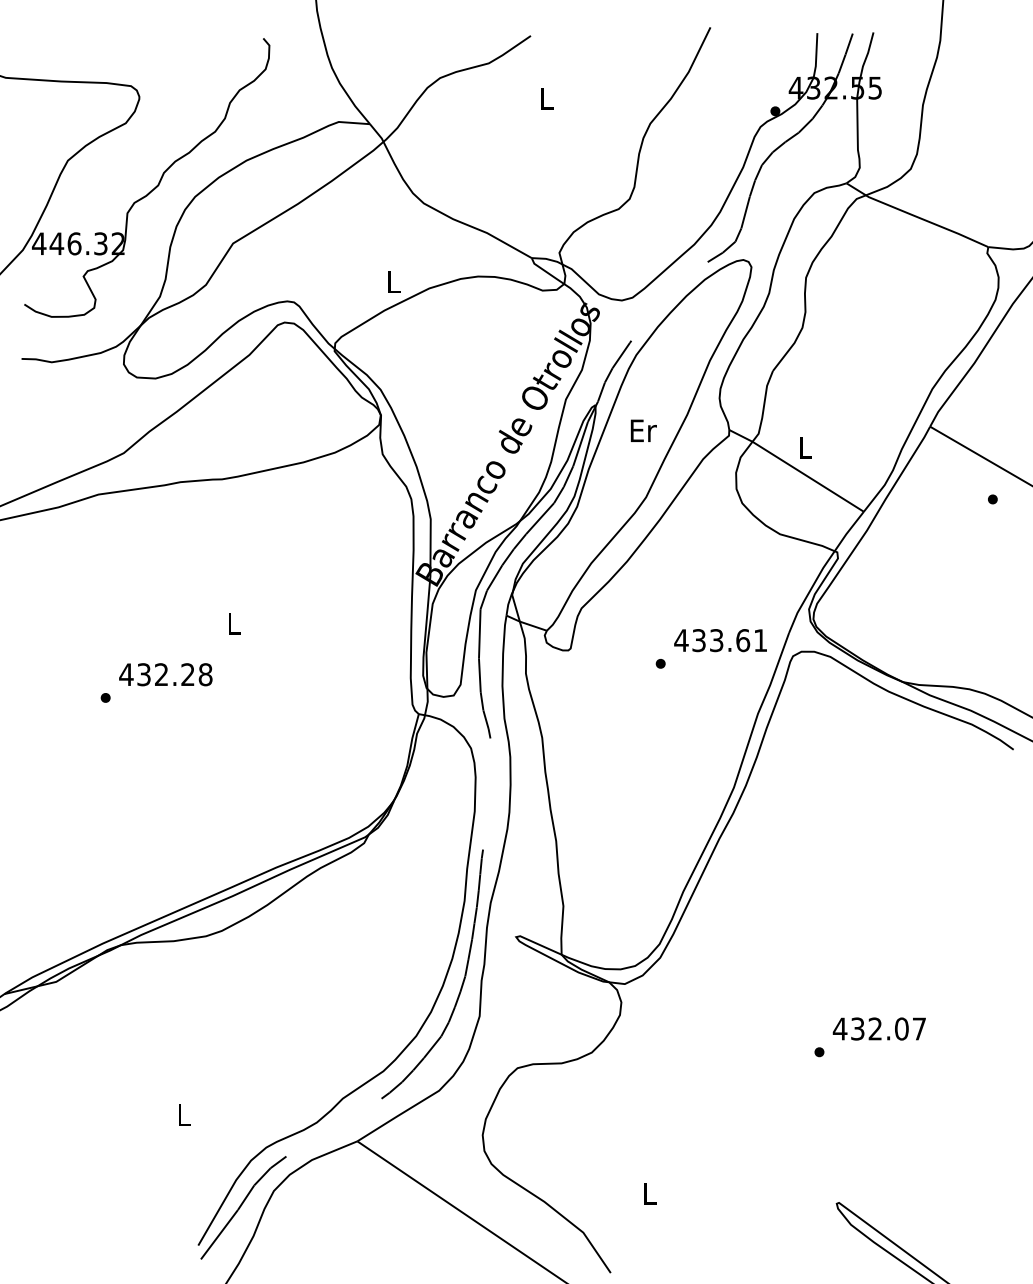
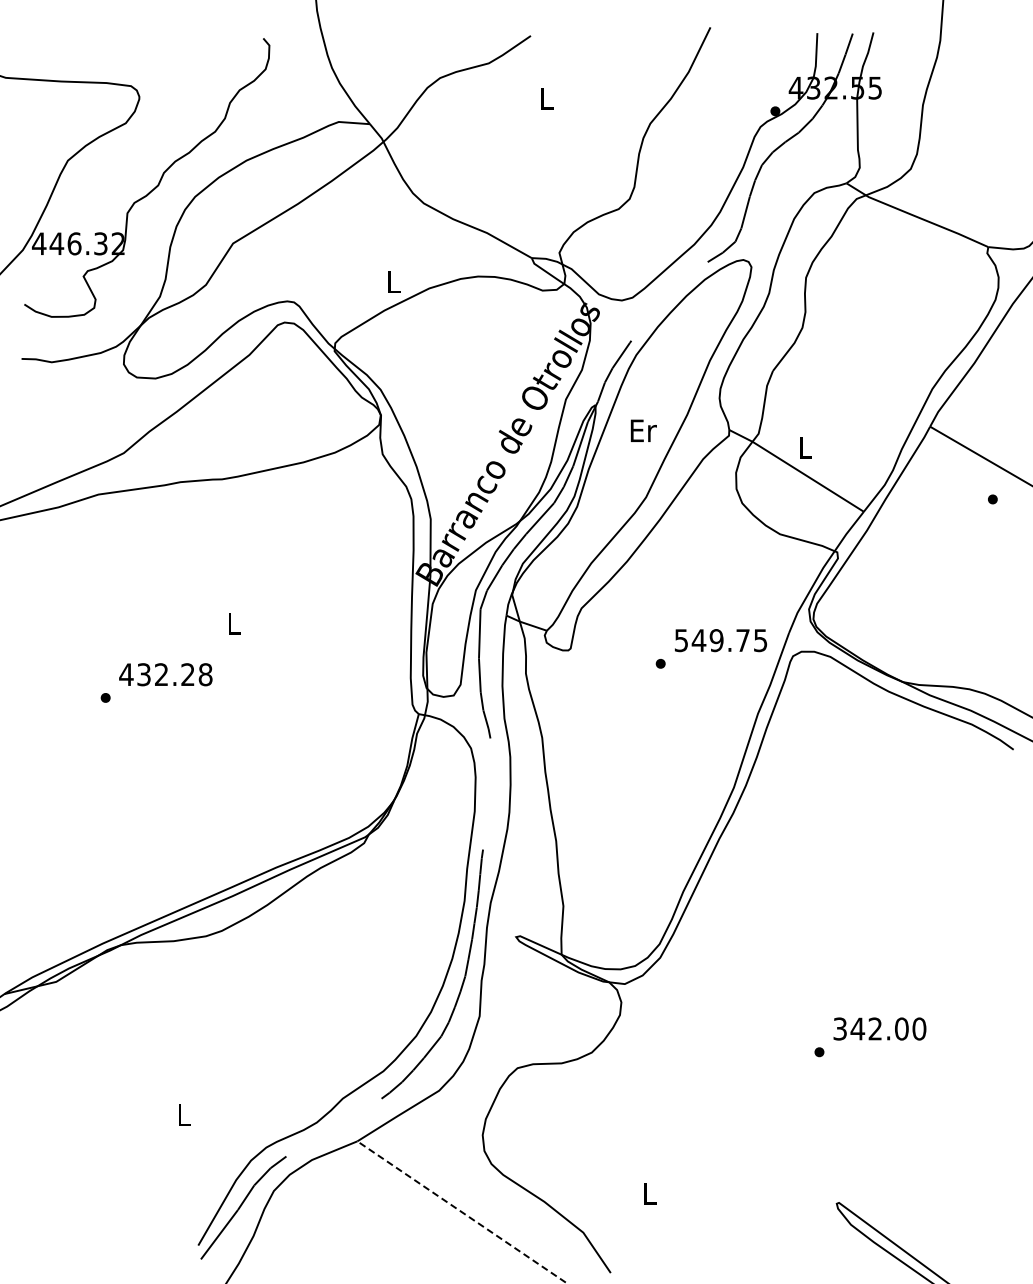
text at (720, 640): 433.61 -> 549.75
text at (879, 1028): 432.07 -> 342.00
line at (462, 1212): solid -> dashed
